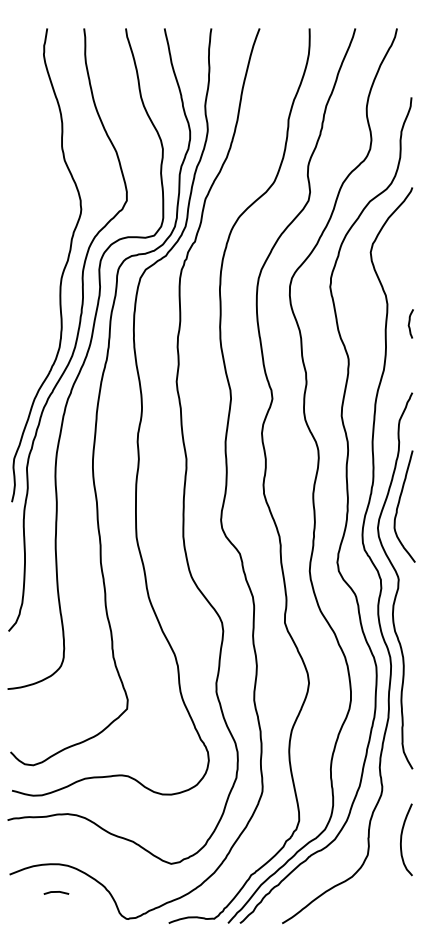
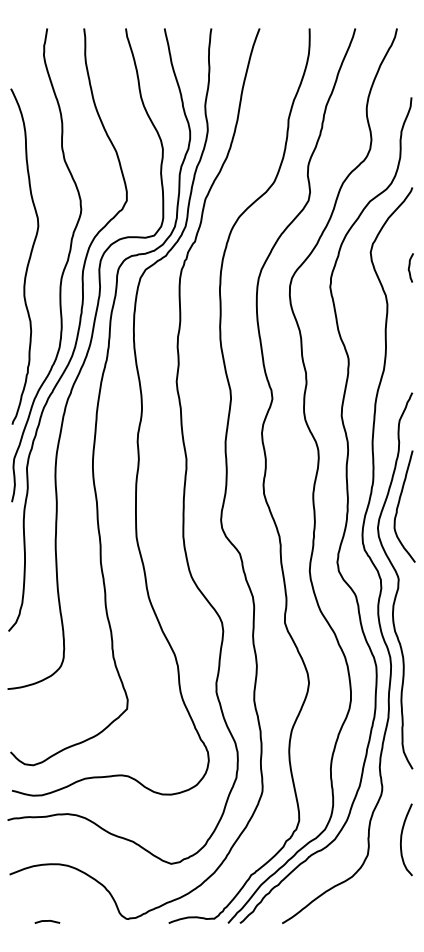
curve at (28, 258): none -> present
curve at (410, 322) position: (410, 322) -> (410, 266)
line at (56, 892) position: (56, 892) -> (47, 921)
